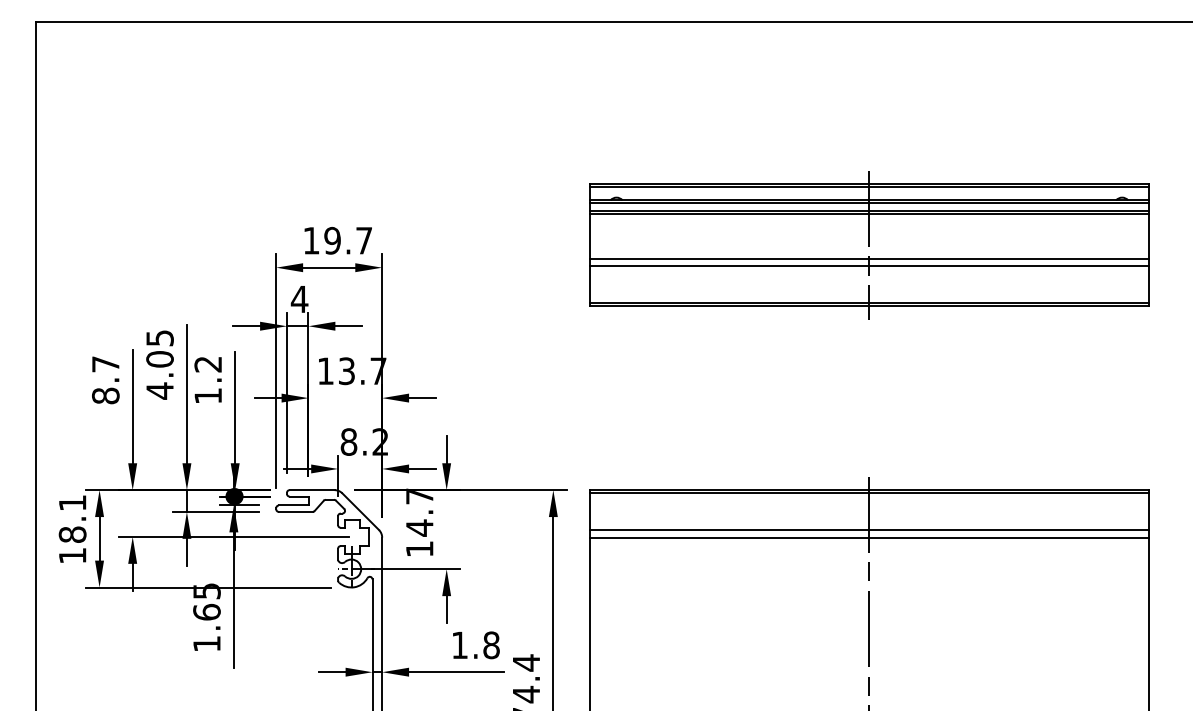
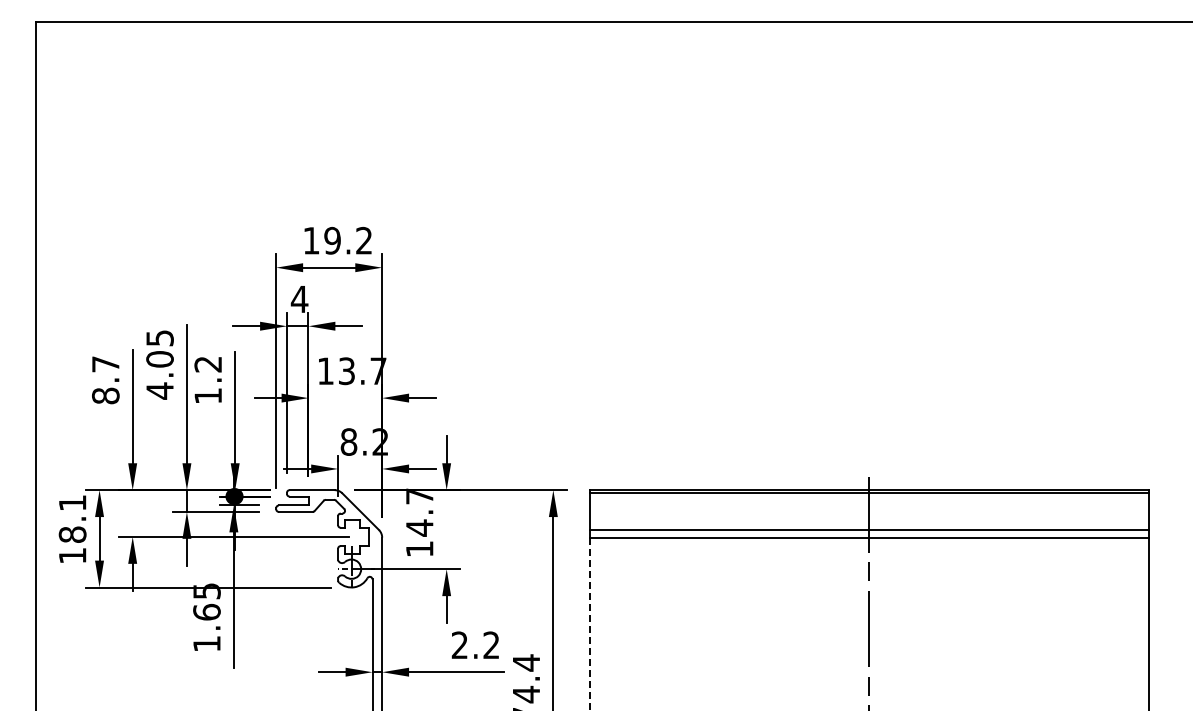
text at (363, 240): 19.7 -> 19.2
part at (869, 245): present -> none
line at (589, 624): solid -> dashed
text at (475, 645): 1.8 -> 2.2
